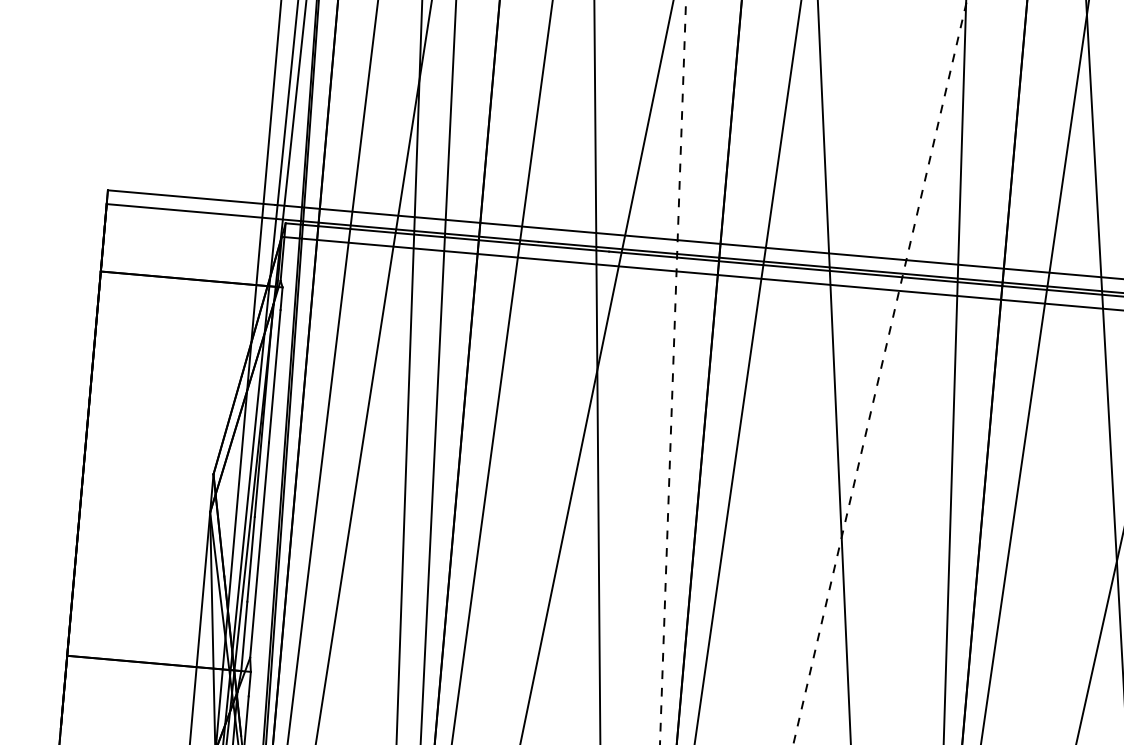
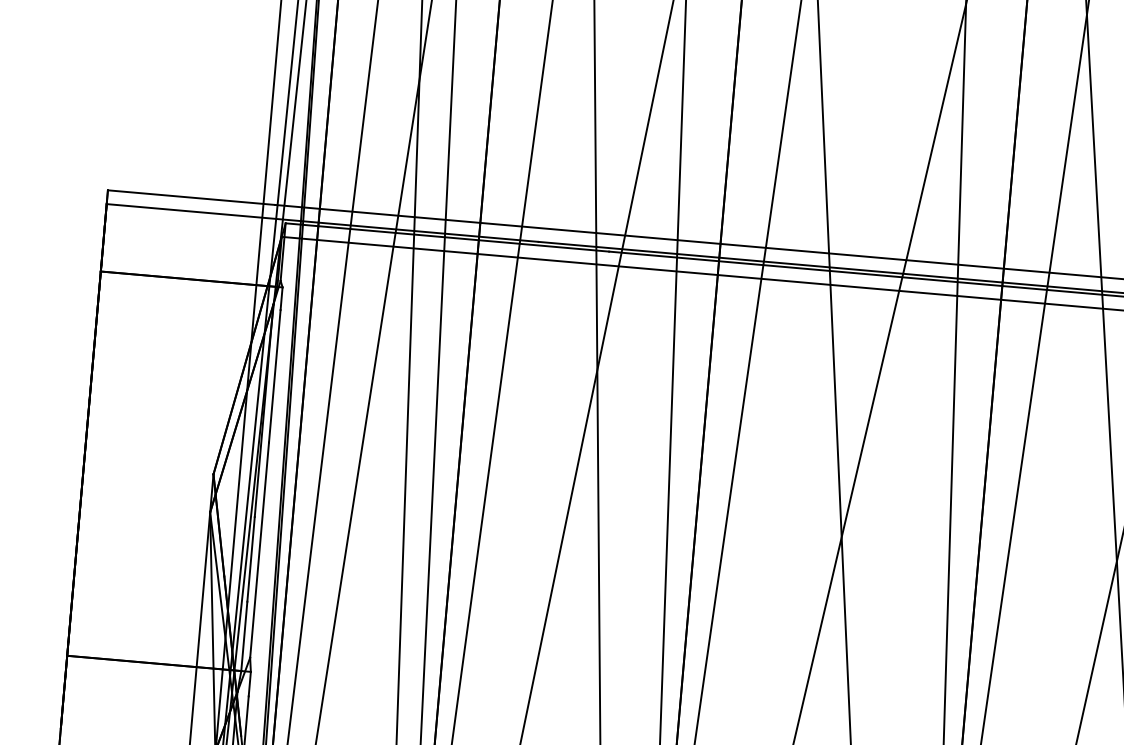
line at (673, 372): dashed -> solid
line at (880, 372): dashed -> solid
